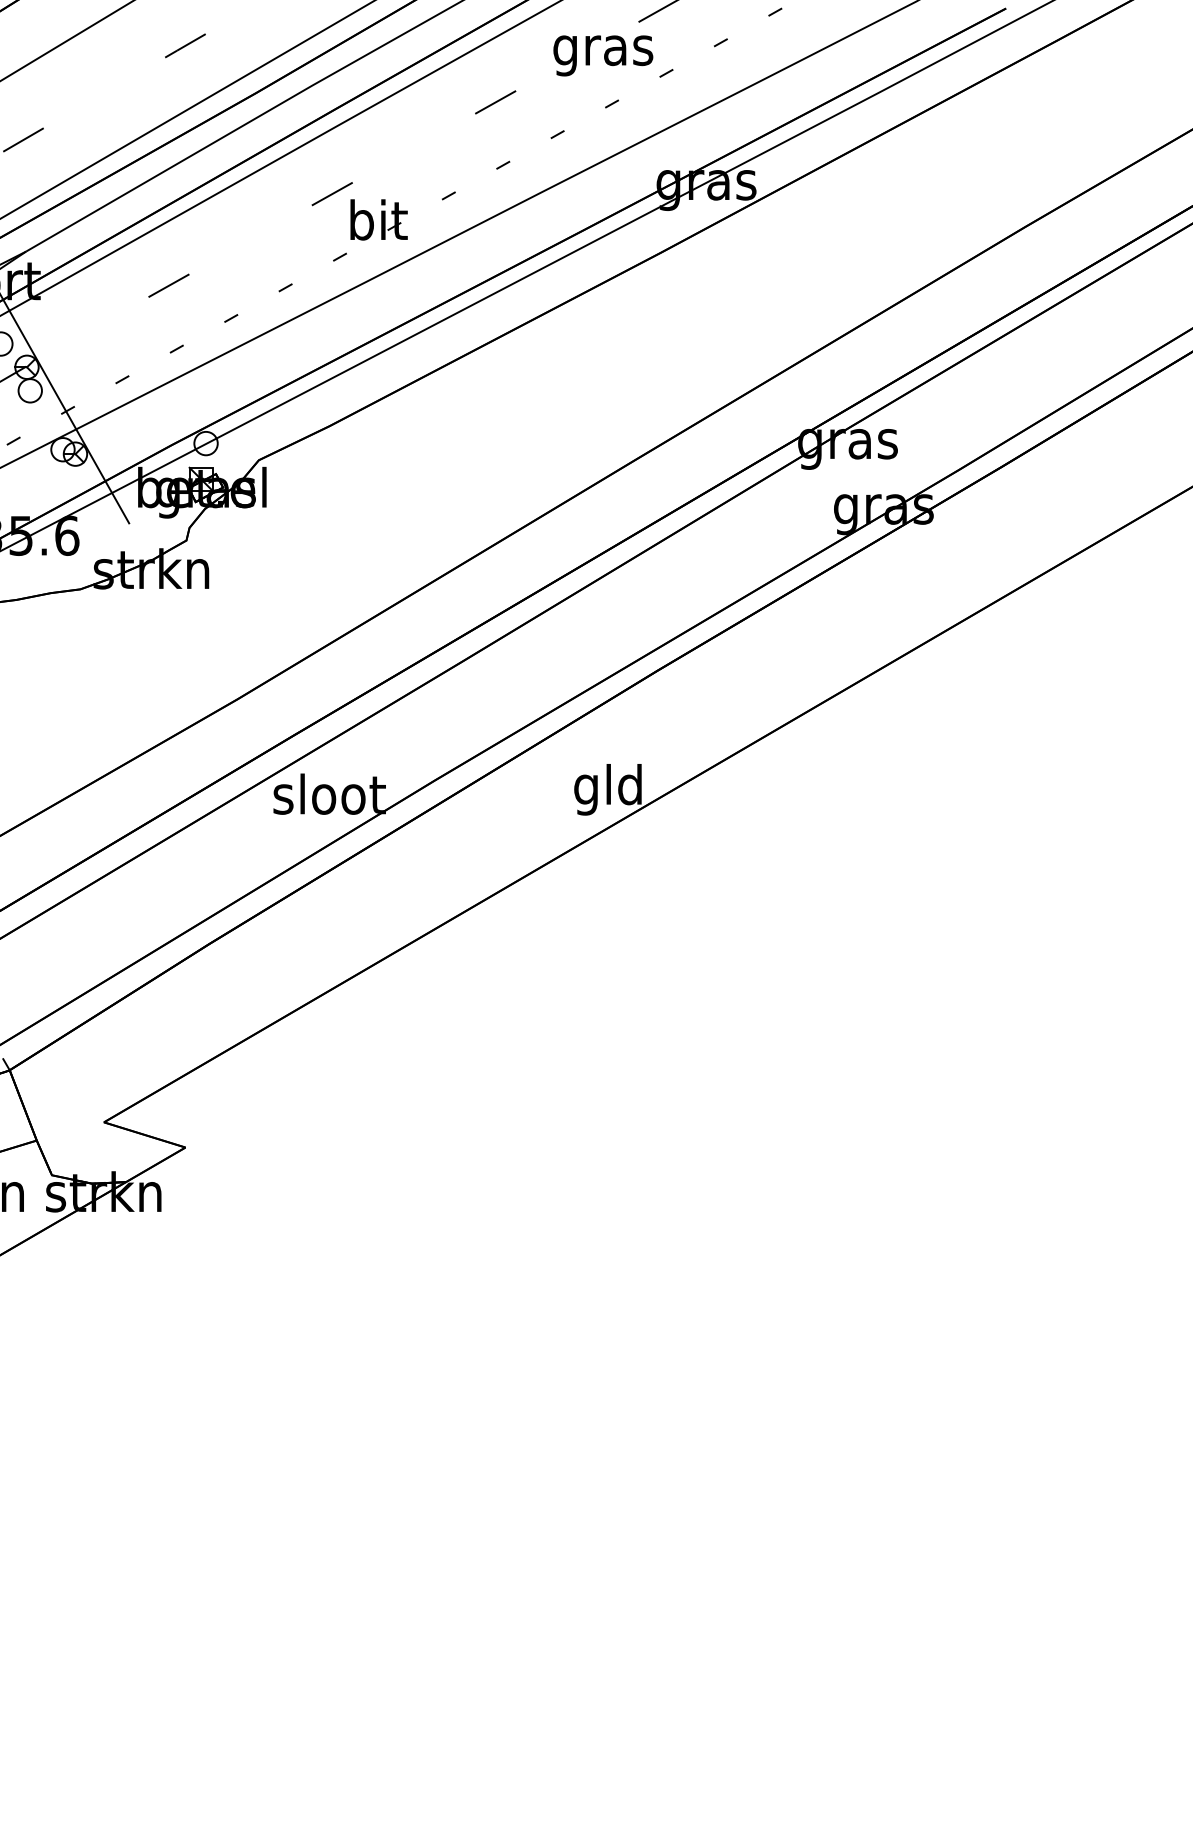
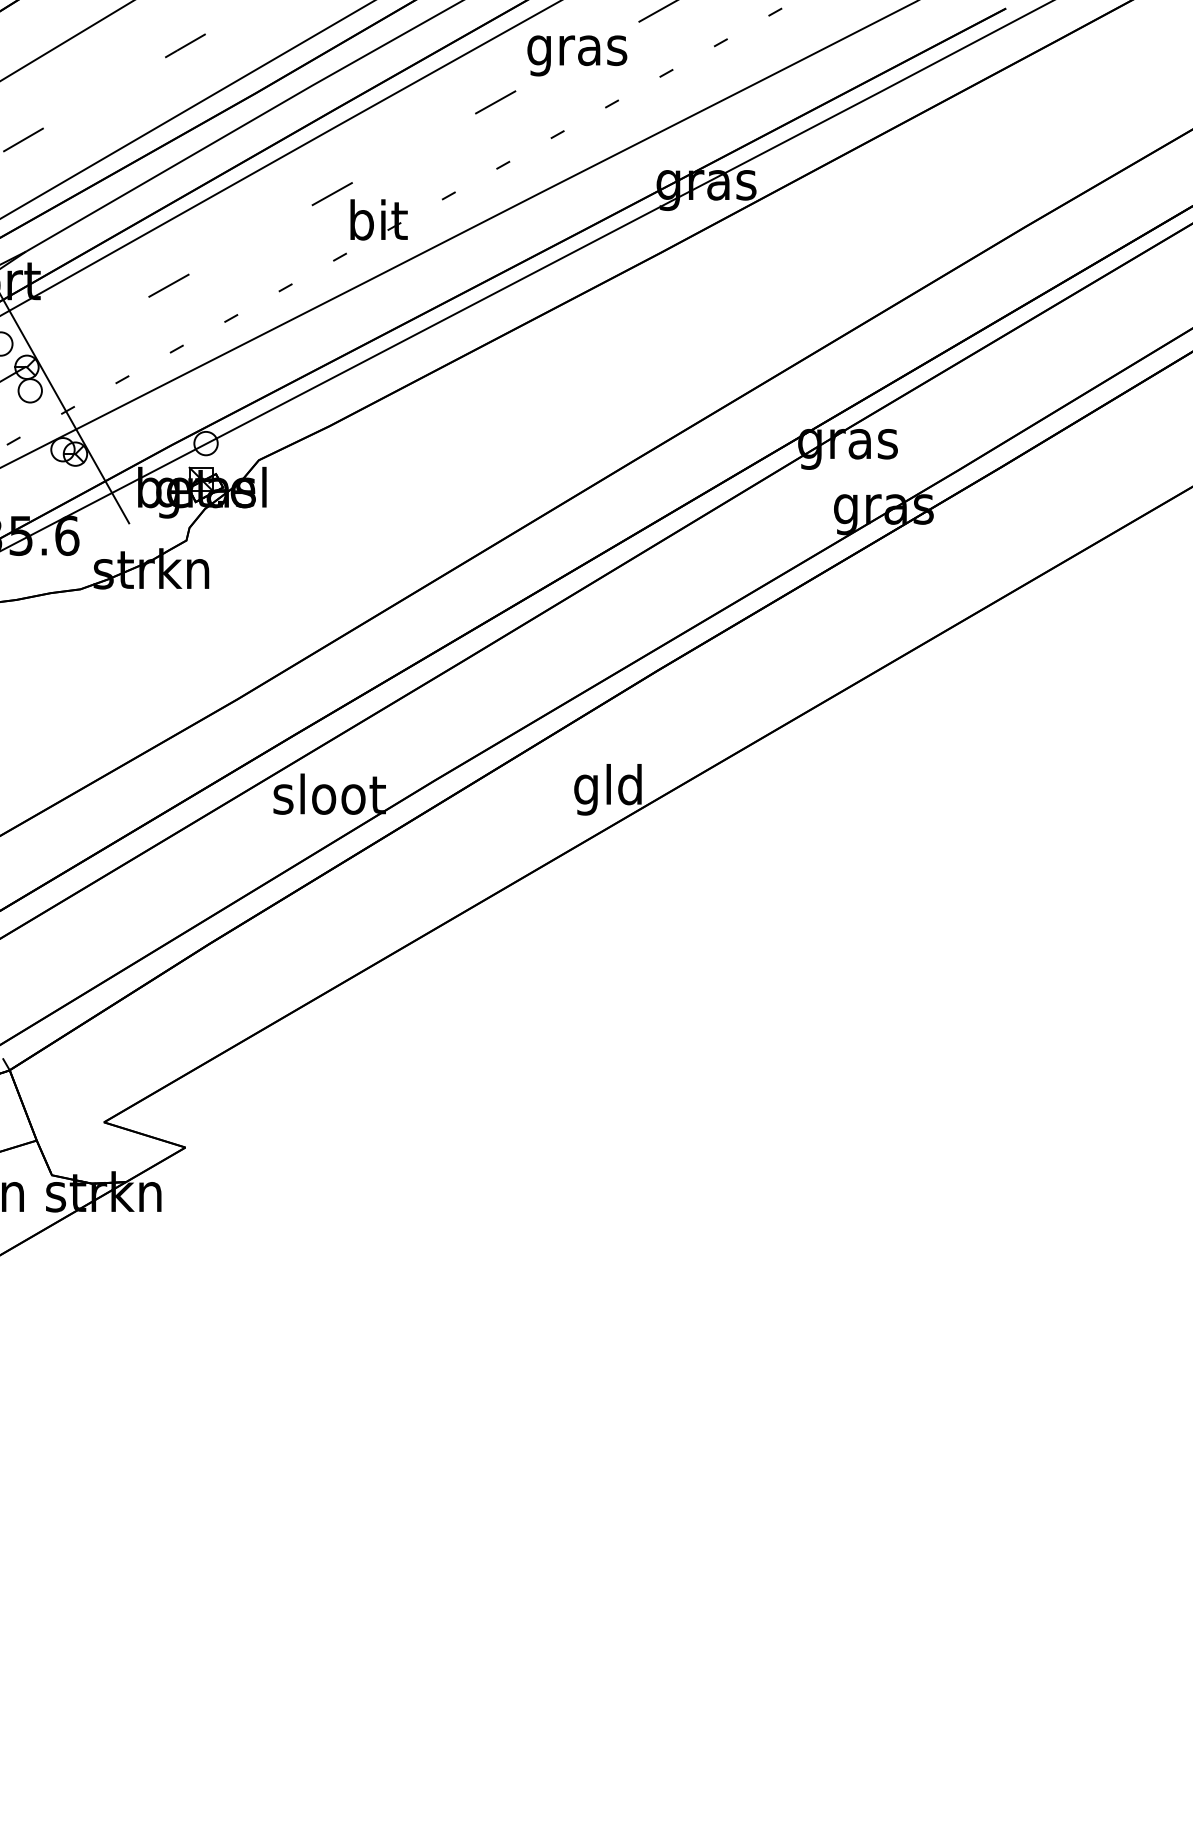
text at (603, 55) position: (603, 55) -> (577, 55)
